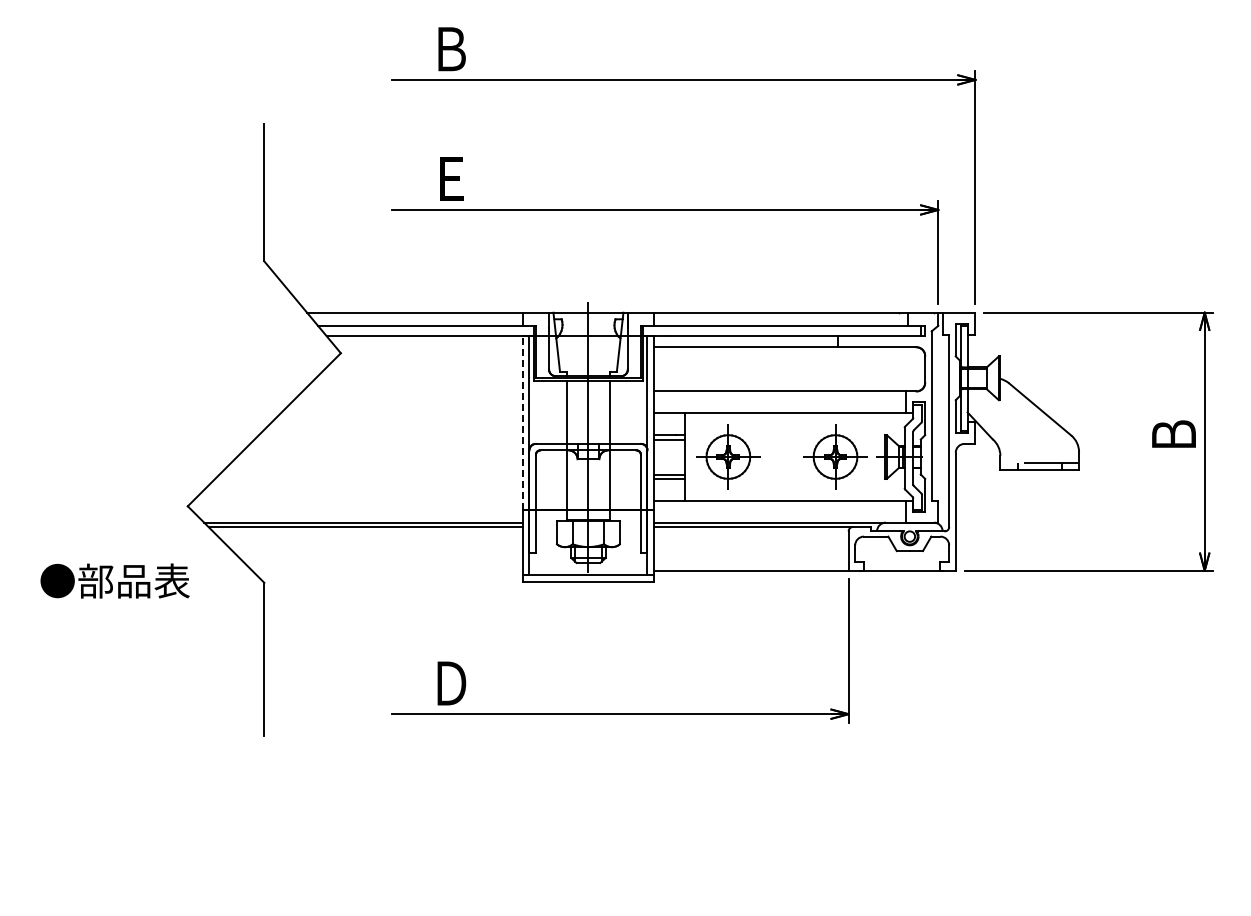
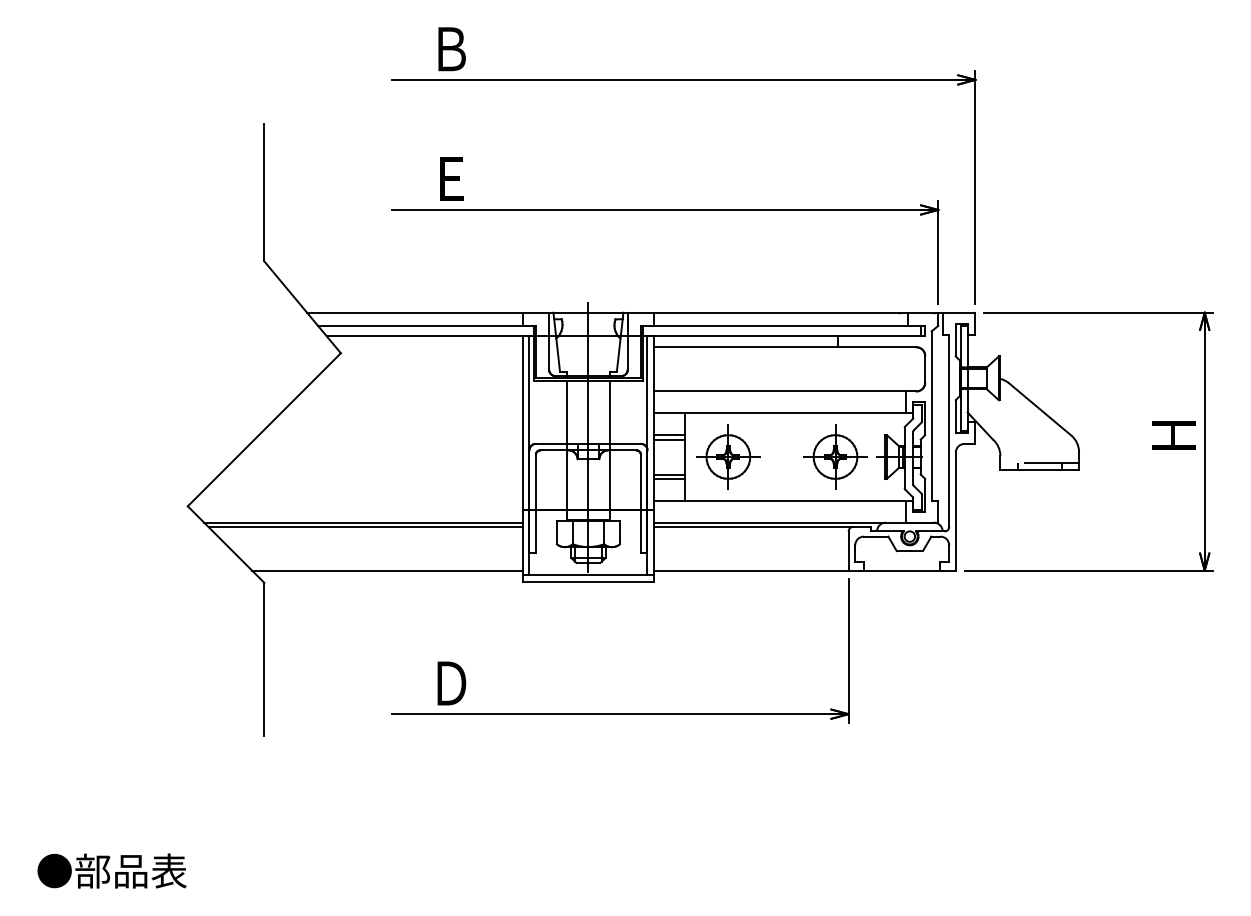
line at (522, 422): dashed -> solid
text at (1173, 434): Ｂ -> Ｈ
line at (387, 570): none -> present
text at (114, 580) position: (114, 580) -> (111, 870)
